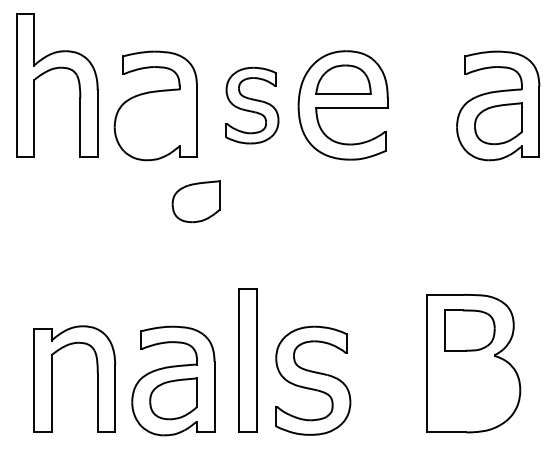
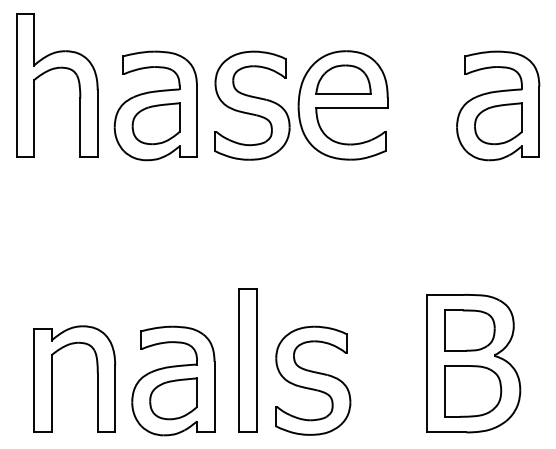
part at (252, 105) size: 55x79 px -> 77x111 px
part at (195, 201) position: (195, 201) -> (155, 123)
part at (473, 391): none -> present
